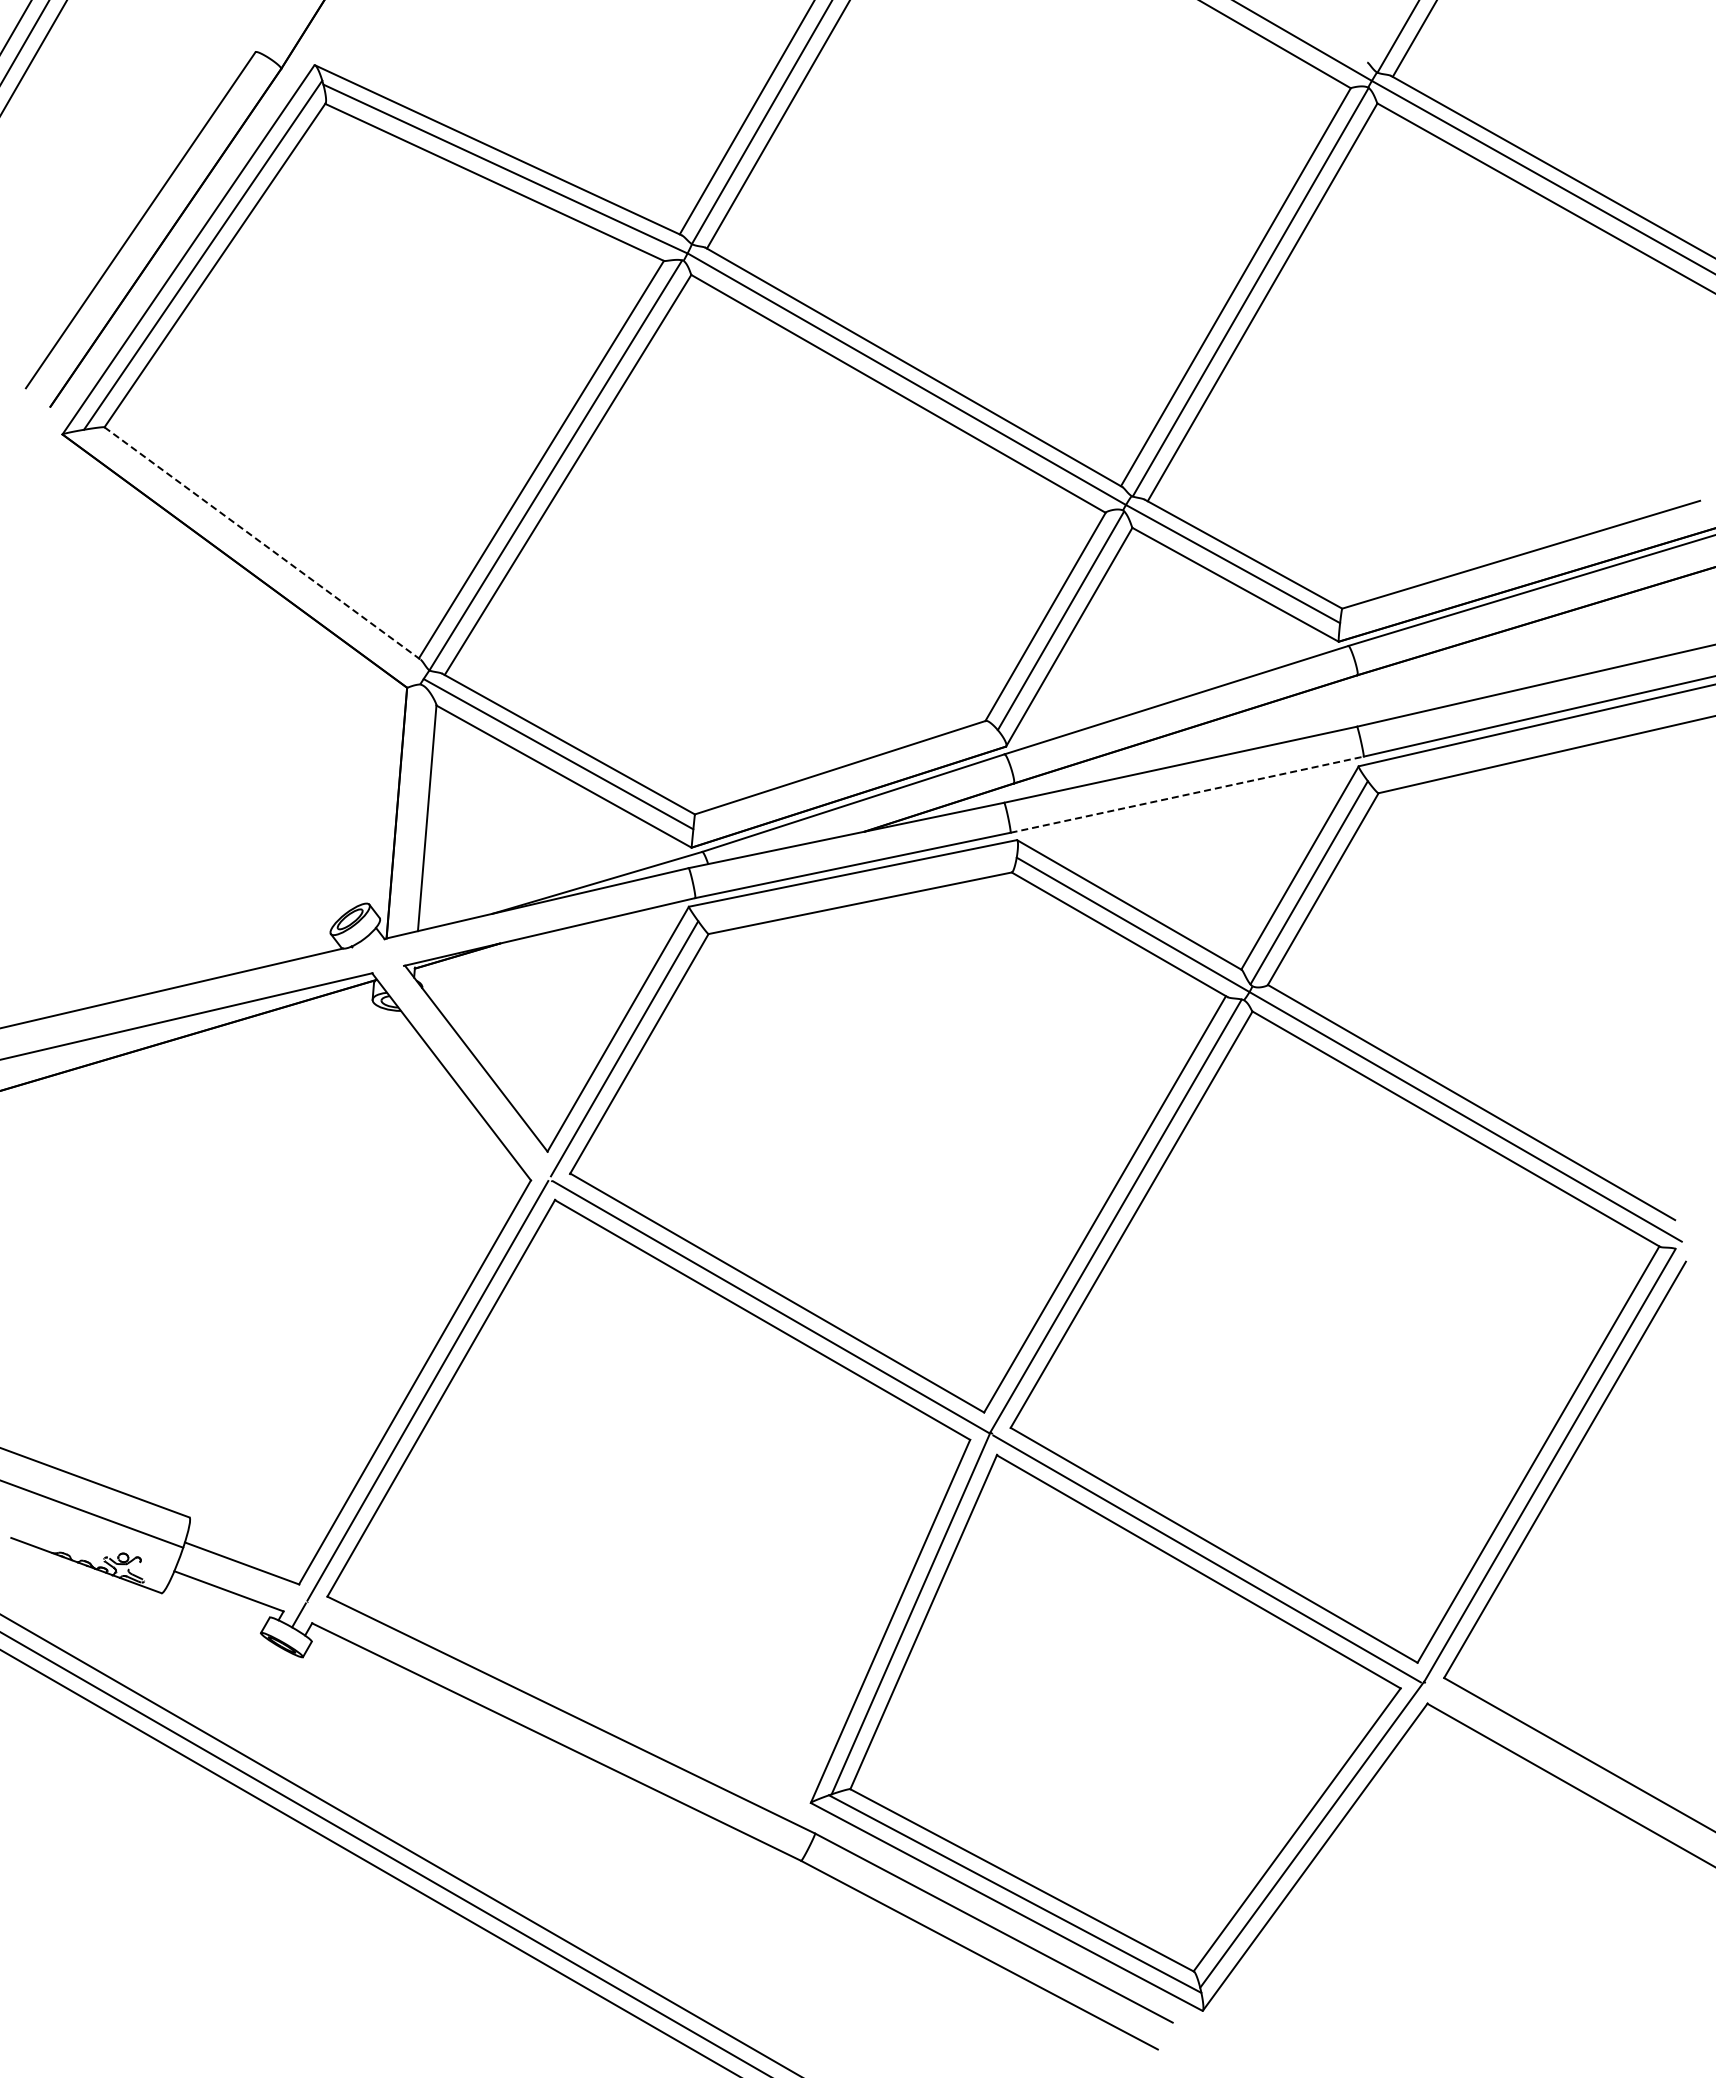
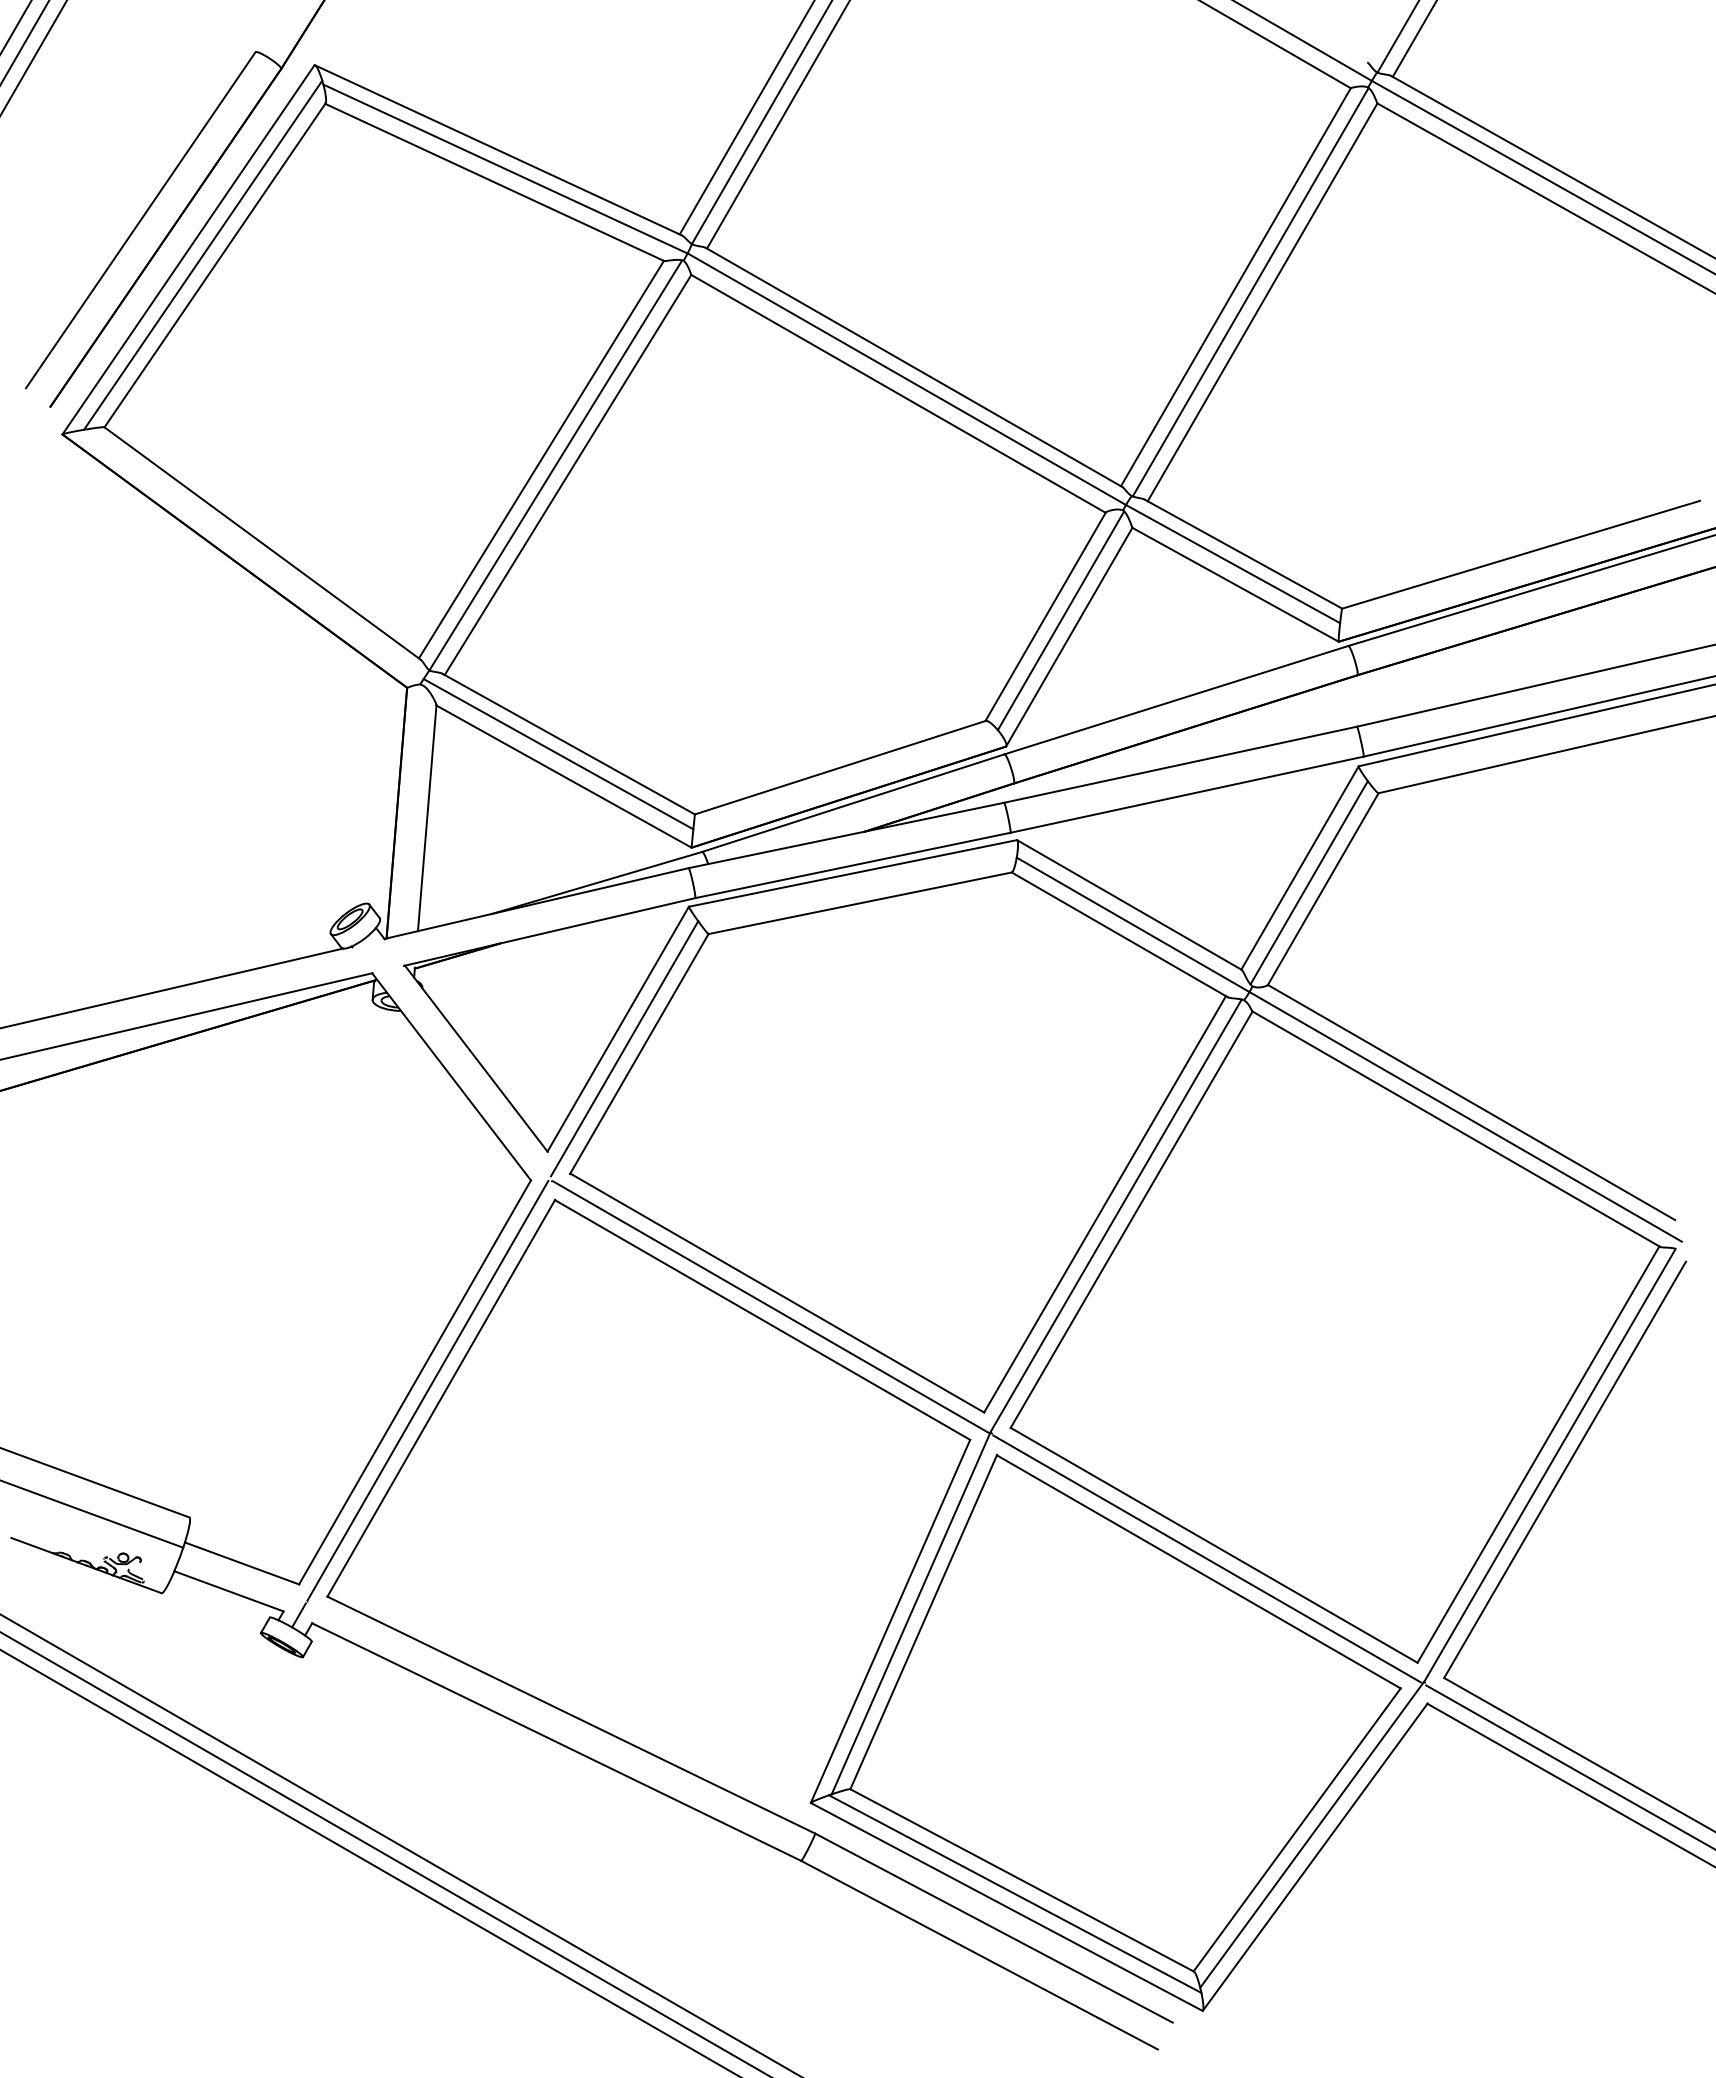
line at (262, 543): dashed -> solid
line at (1187, 794): dashed -> solid
line at (1569, 1766): none -> present
